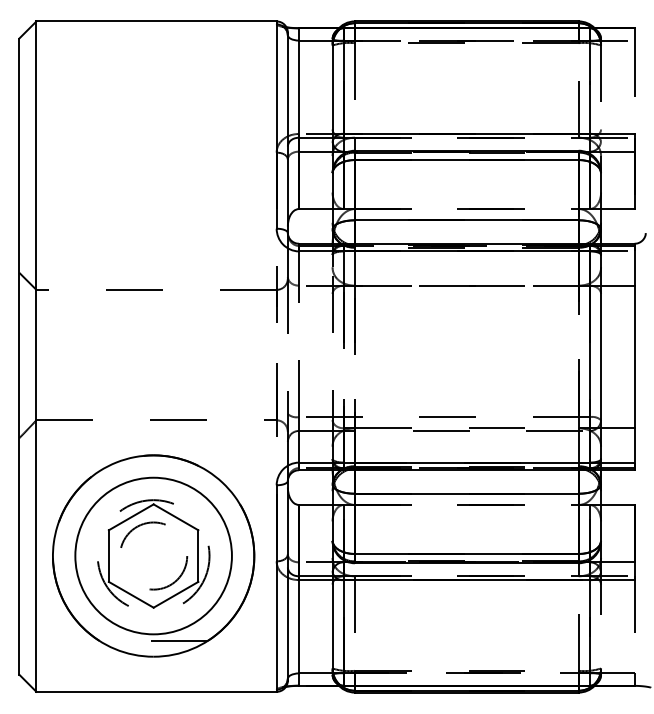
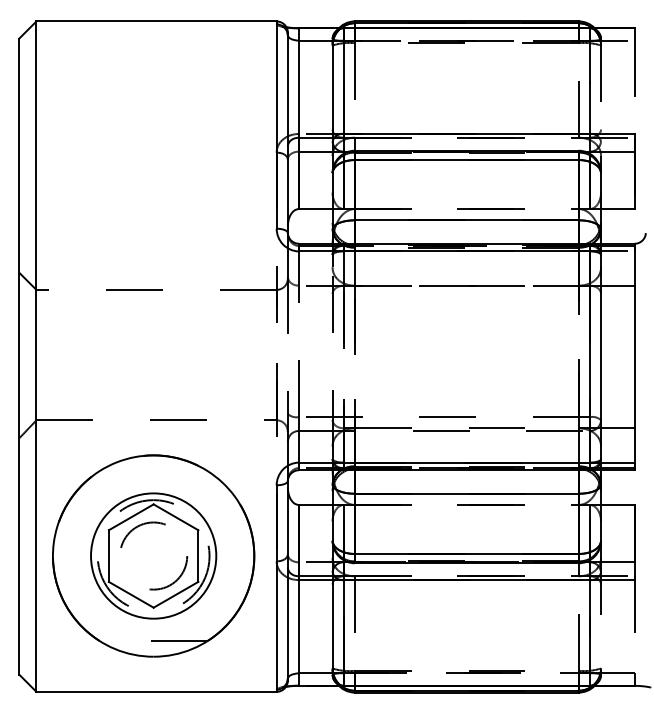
circle at (153, 555) diameter: 157 px -> 125 px
